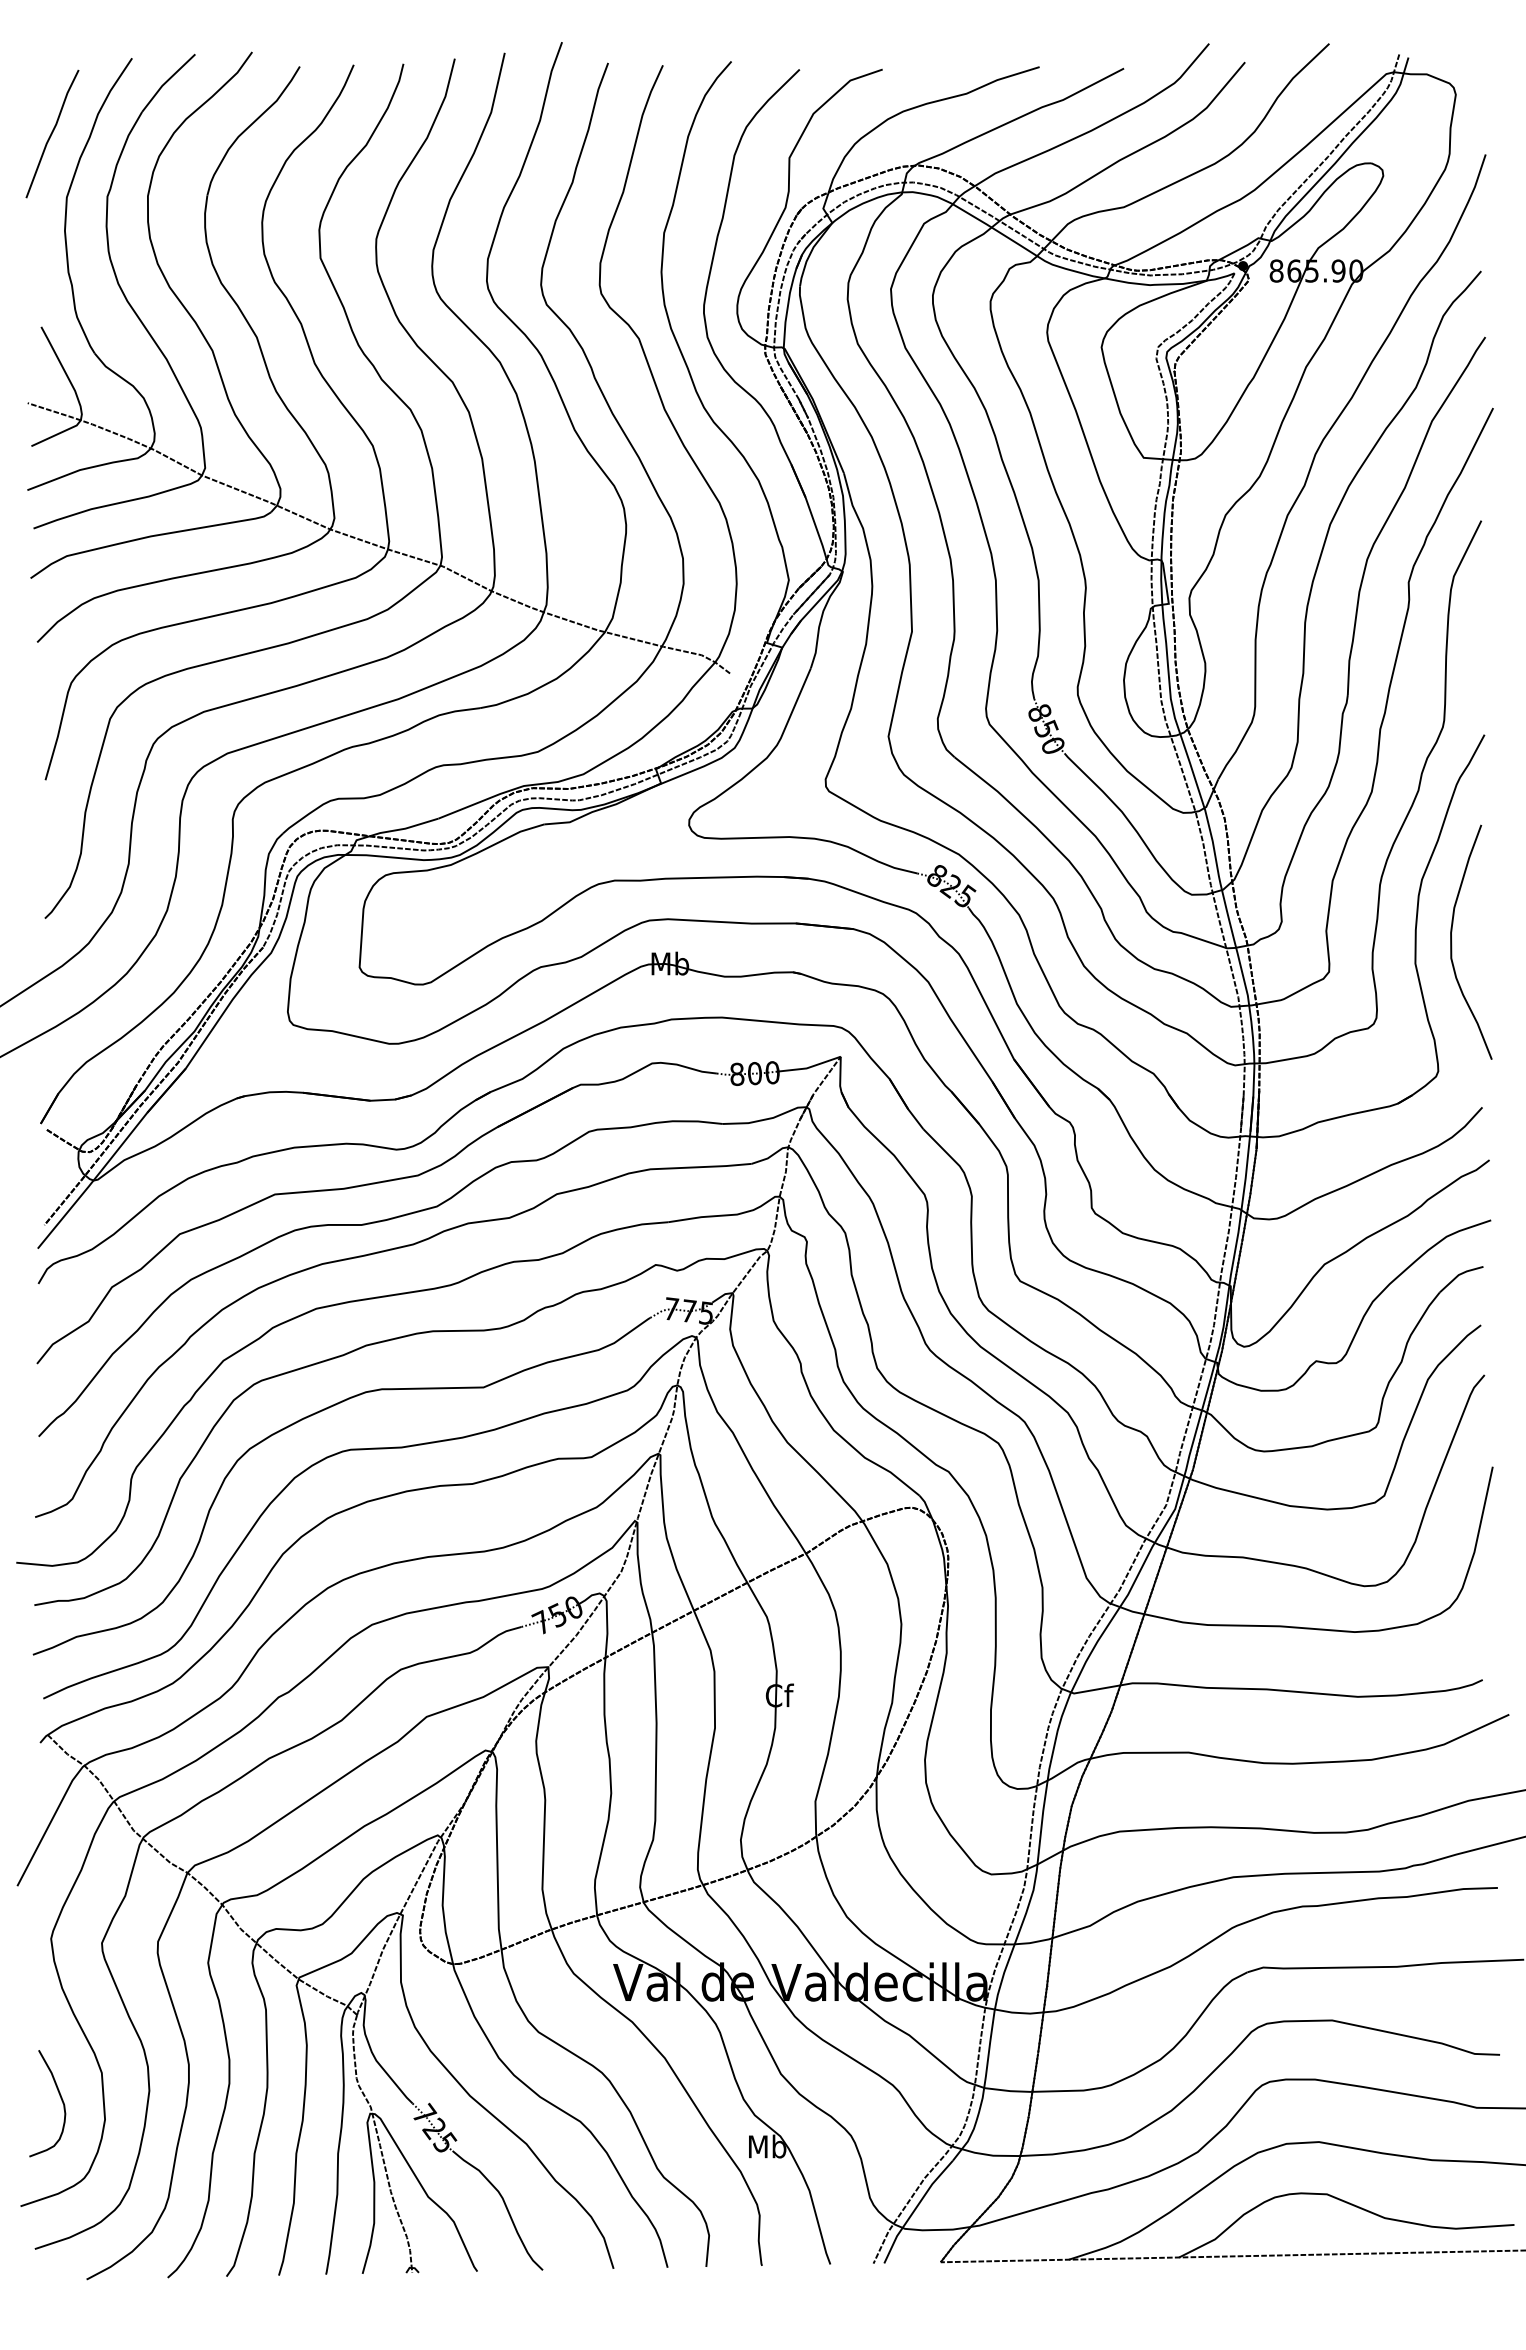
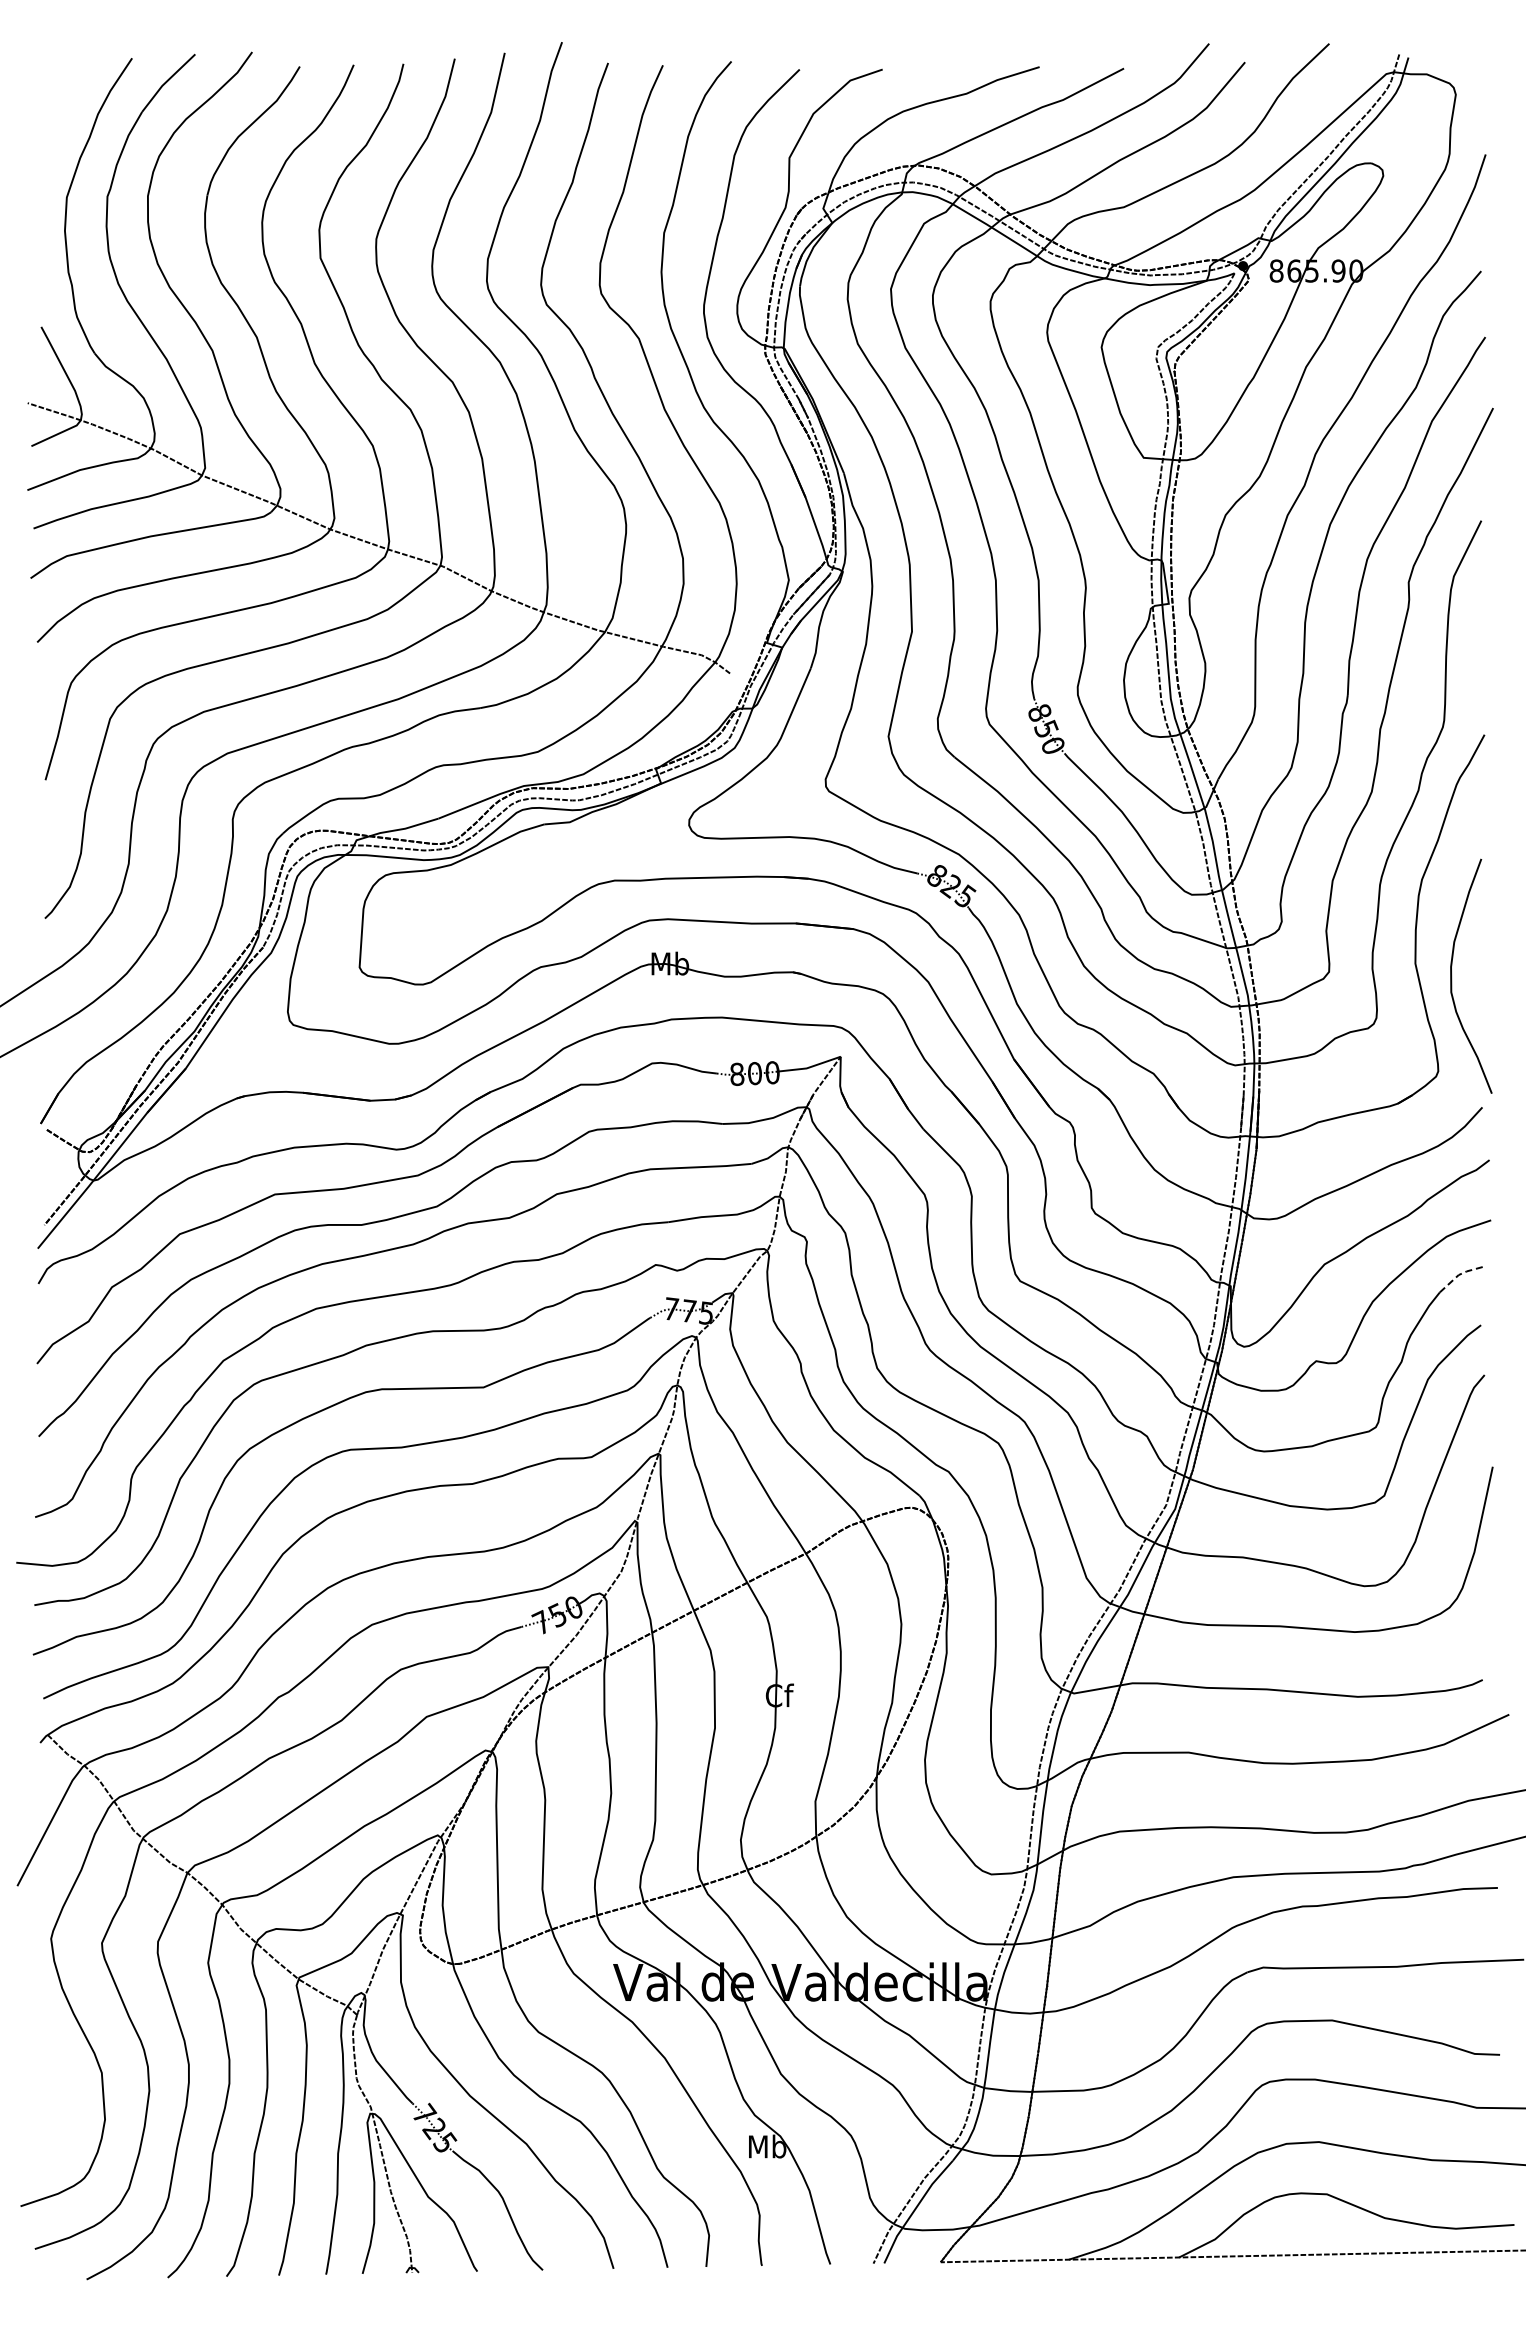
line at (52, 133): present -> none
curve at (1452, 941) position: (1452, 941) -> (1452, 975)
line at (1459, 1274): solid -> dashed
curve at (59, 2096): present -> none
